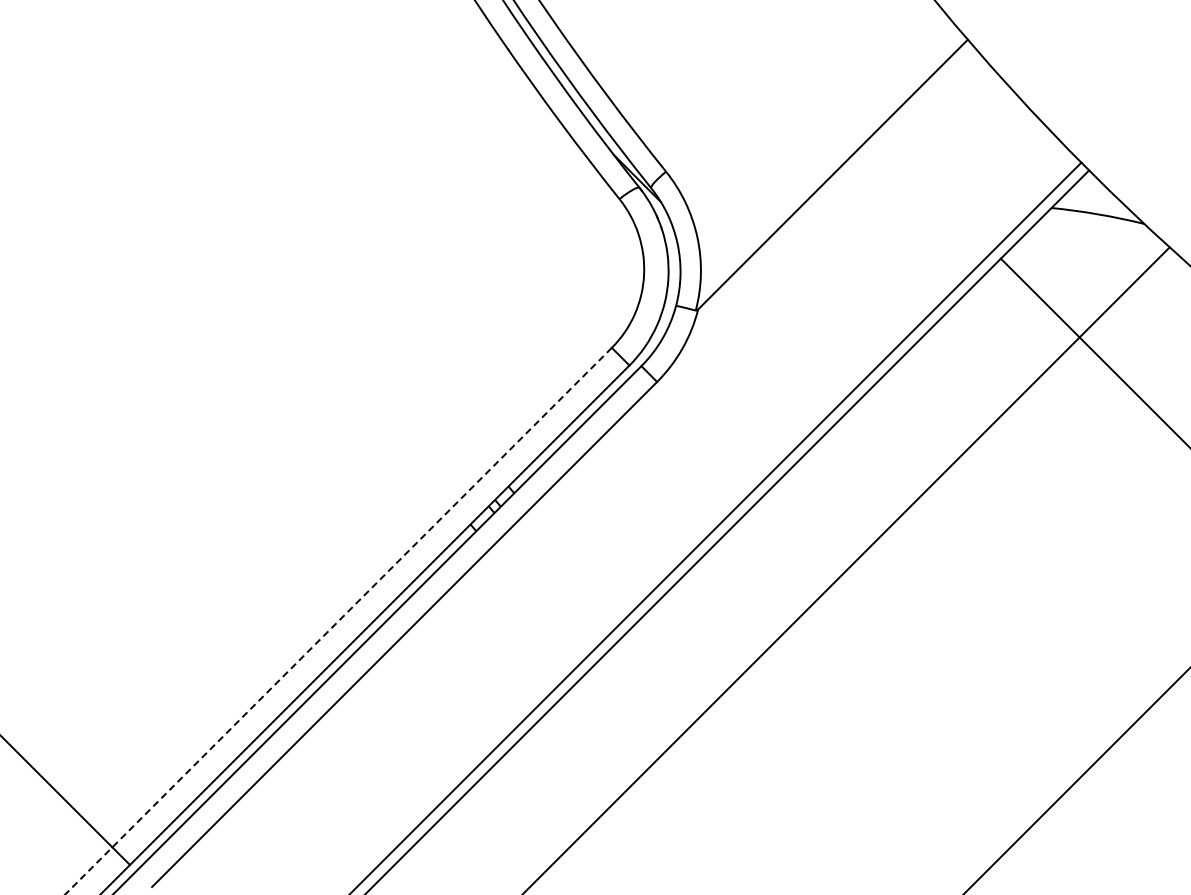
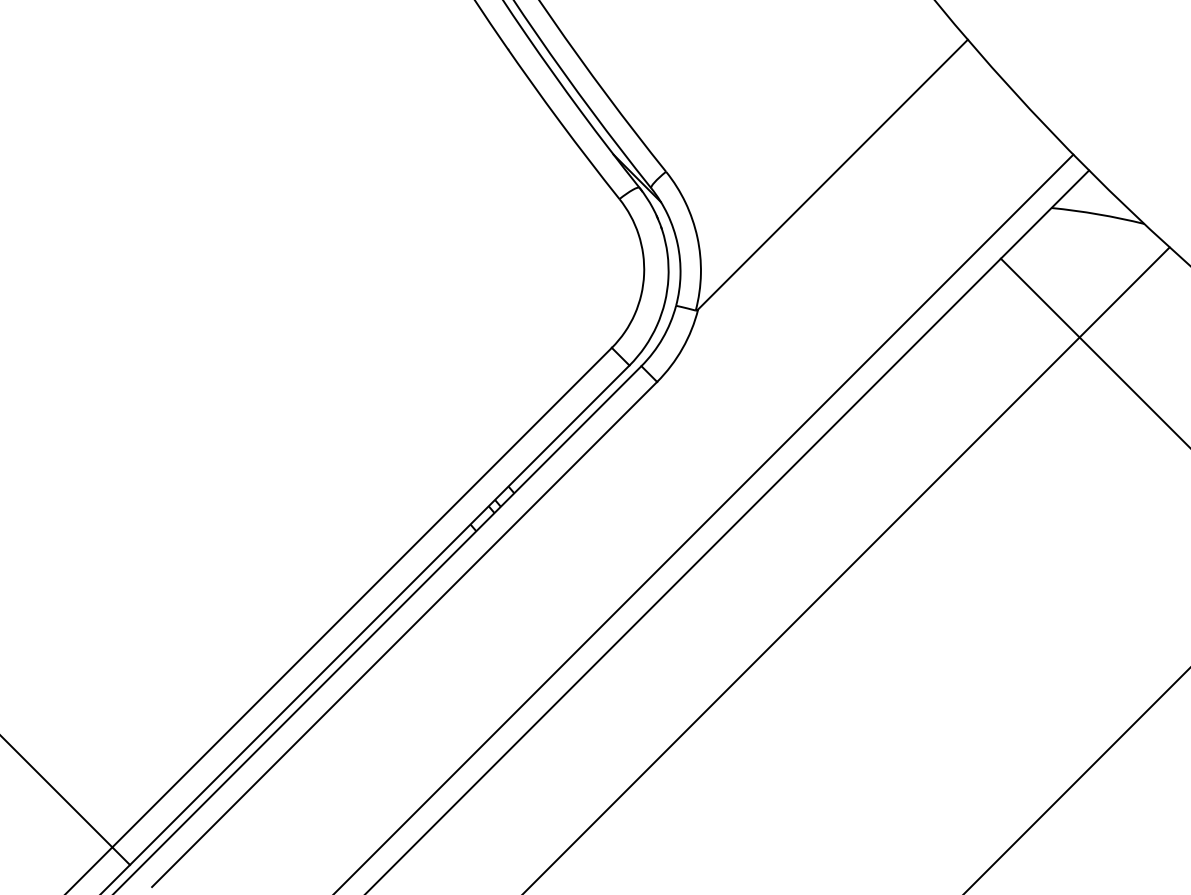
line at (716, 526) position: (716, 526) -> (704, 522)
line at (338, 621): dashed -> solid
